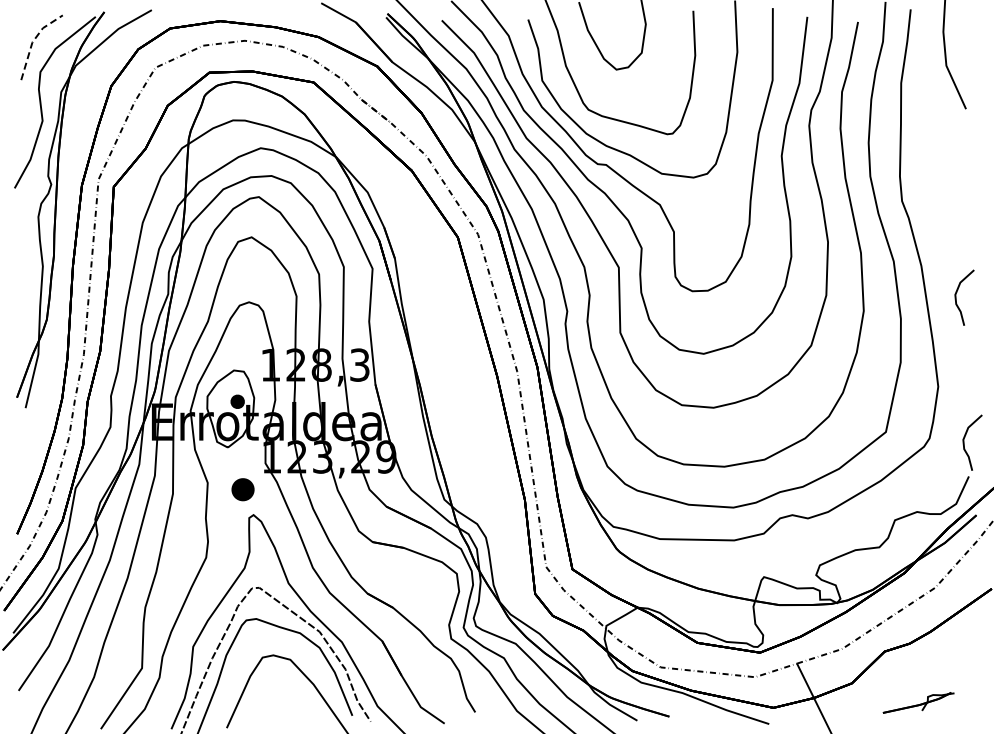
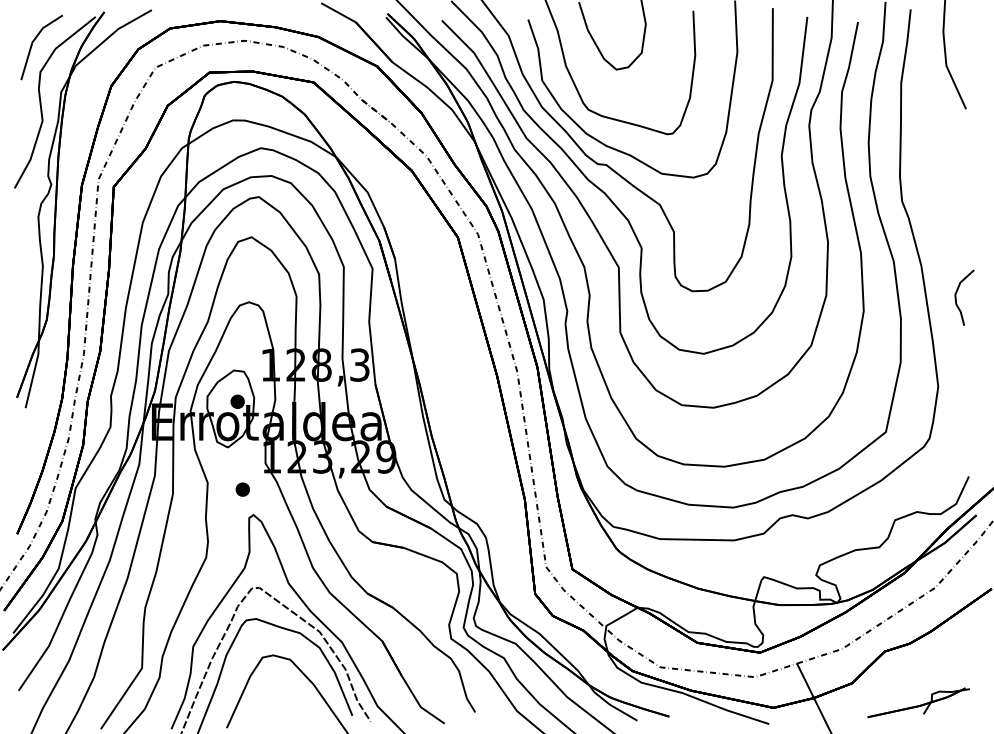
line at (33, 41): dashed -> solid
curve at (964, 442): present -> none
part at (242, 489) size: 24x24 px -> 15x15 px
part at (918, 702) size: 73x22 px -> 103x32 px
